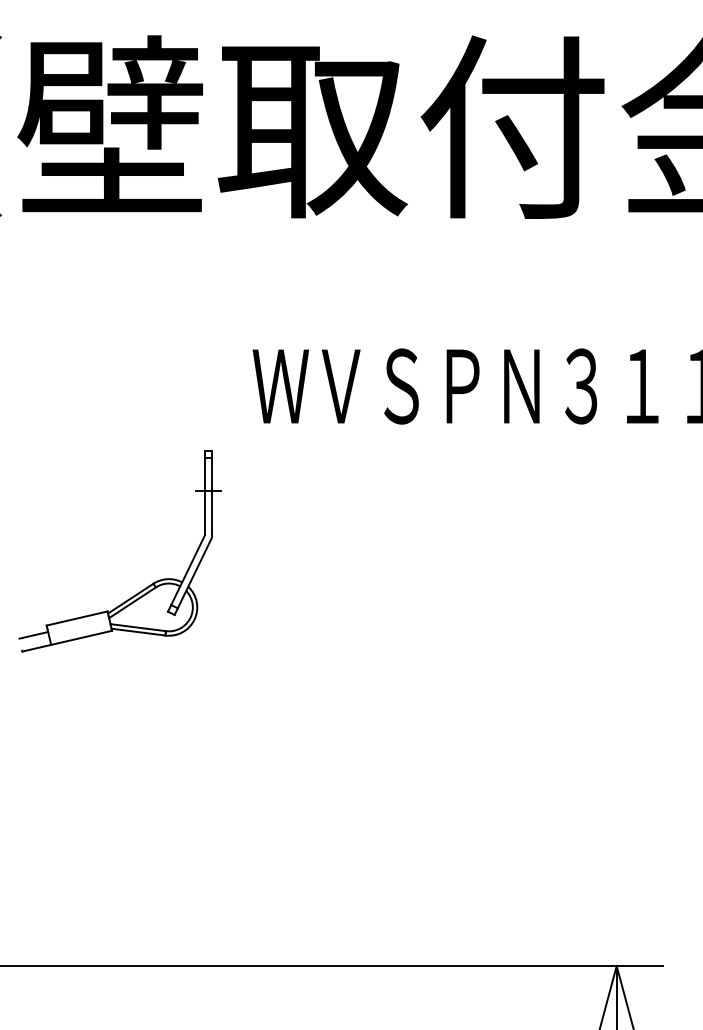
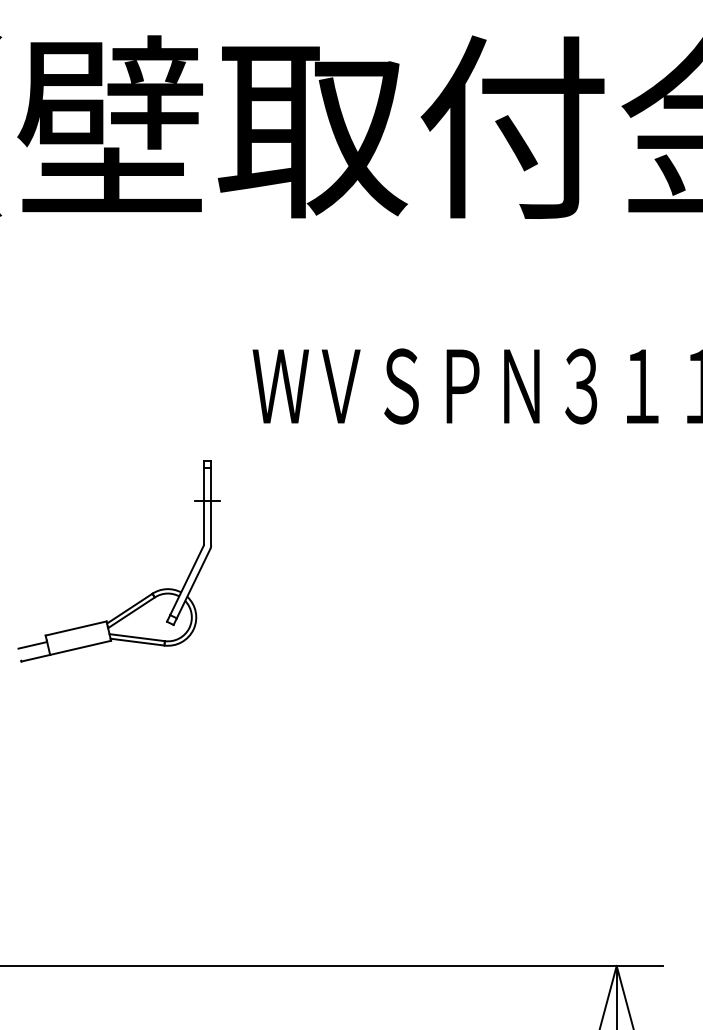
part at (145, 587) position: (145, 587) -> (144, 597)
